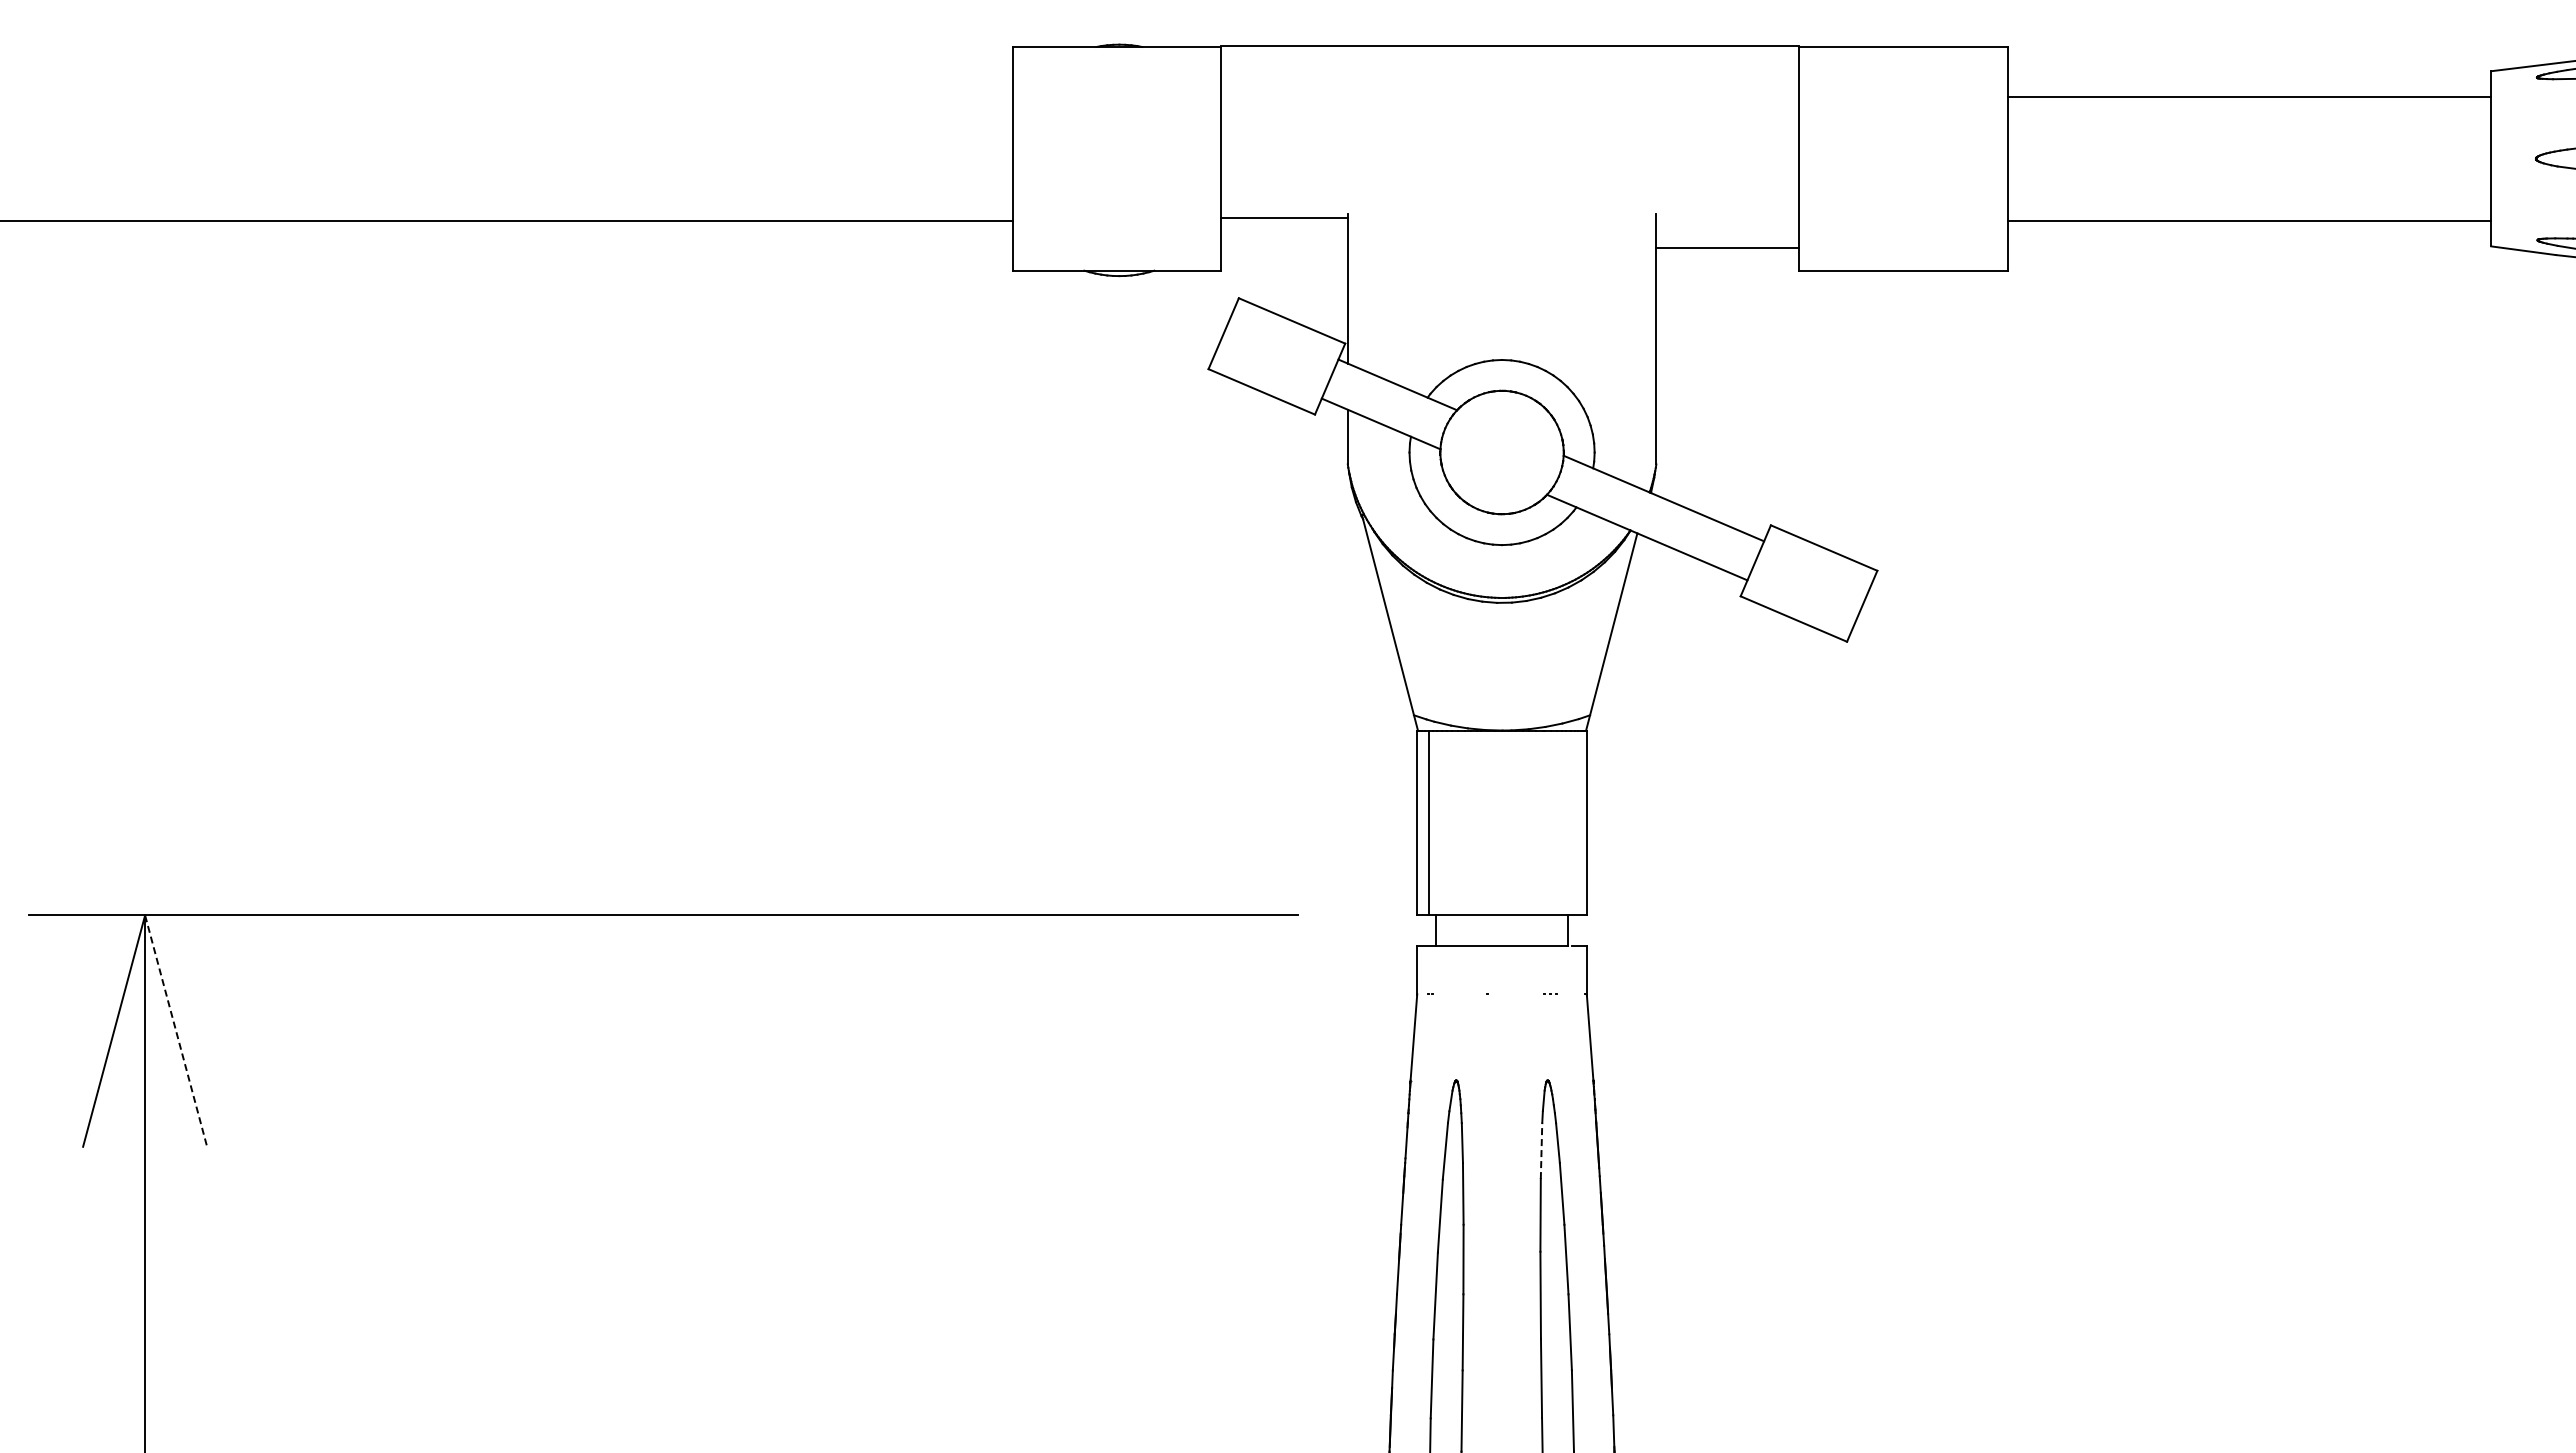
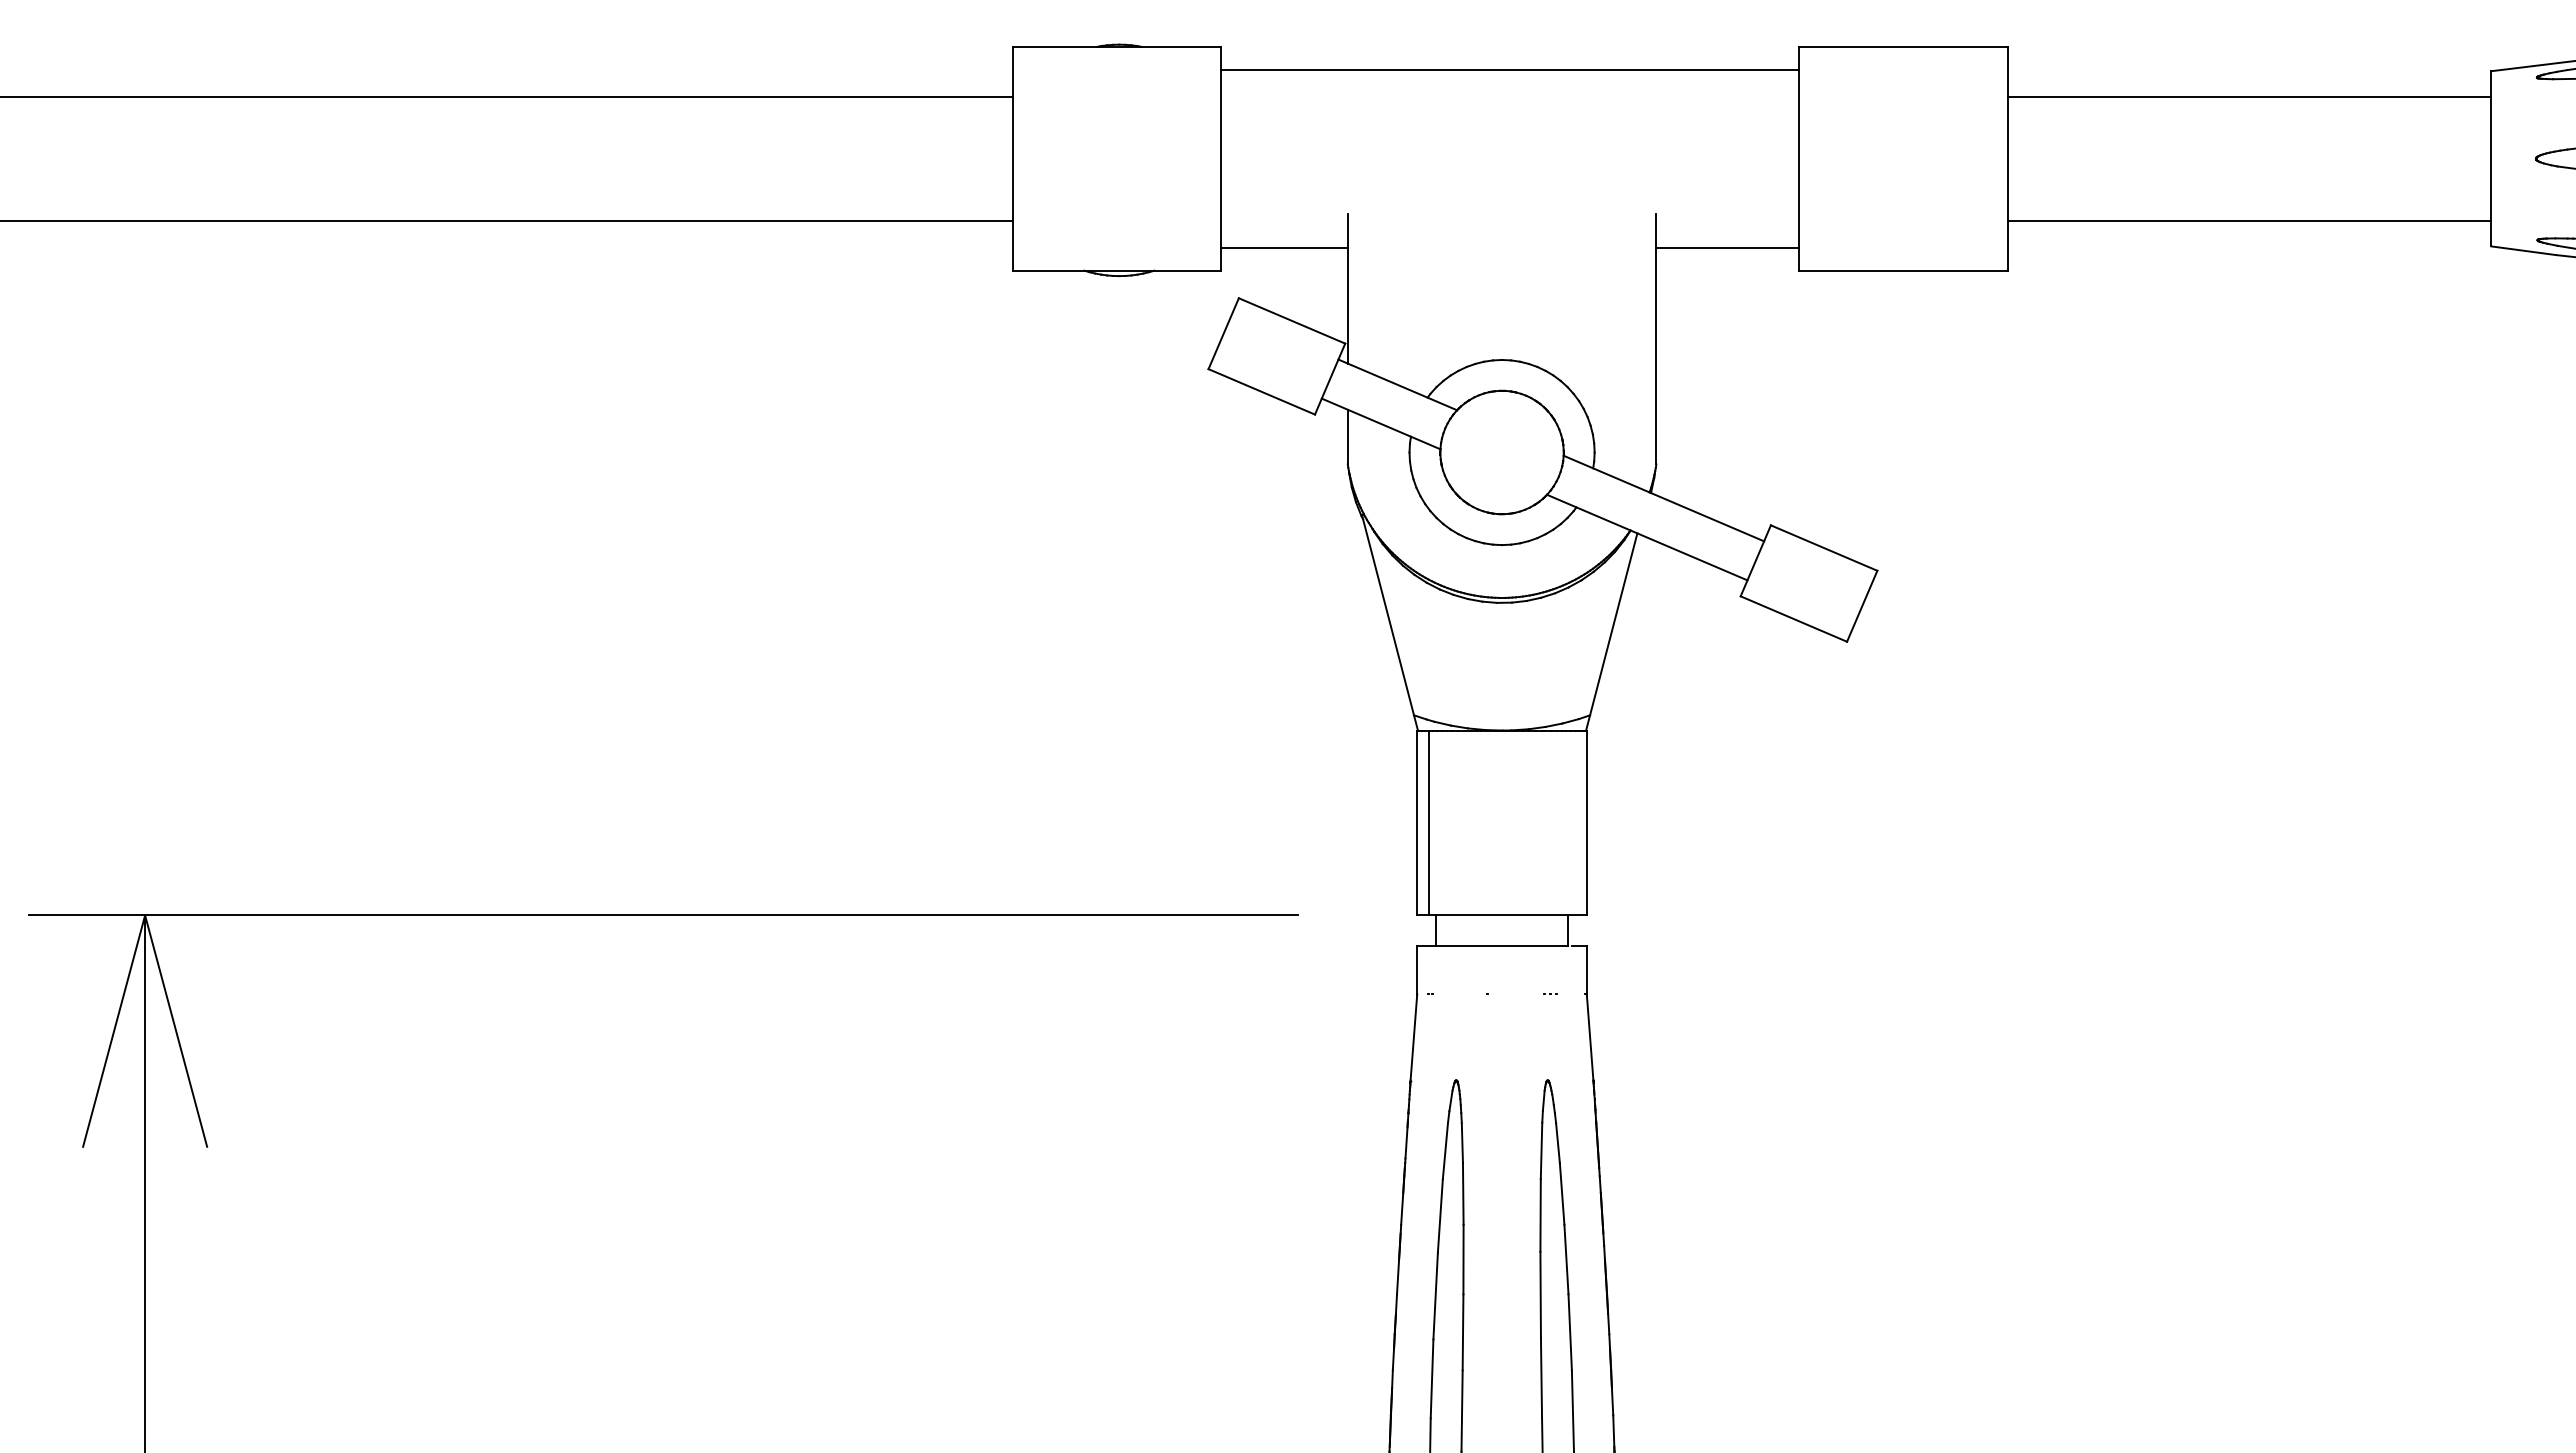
line at (1509, 46) position: (1509, 46) -> (1509, 70)
line at (507, 97): none -> present
line at (1283, 217) position: (1283, 217) -> (1283, 247)
line at (176, 1031): dashed -> solid
line at (1541, 1150): dashed -> solid
